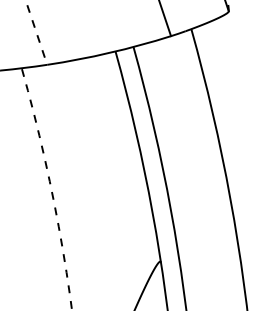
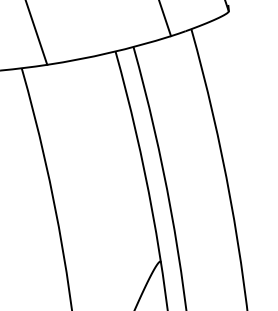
line at (36, 32): dashed -> solid
arc at (51, 187): dashed -> solid
